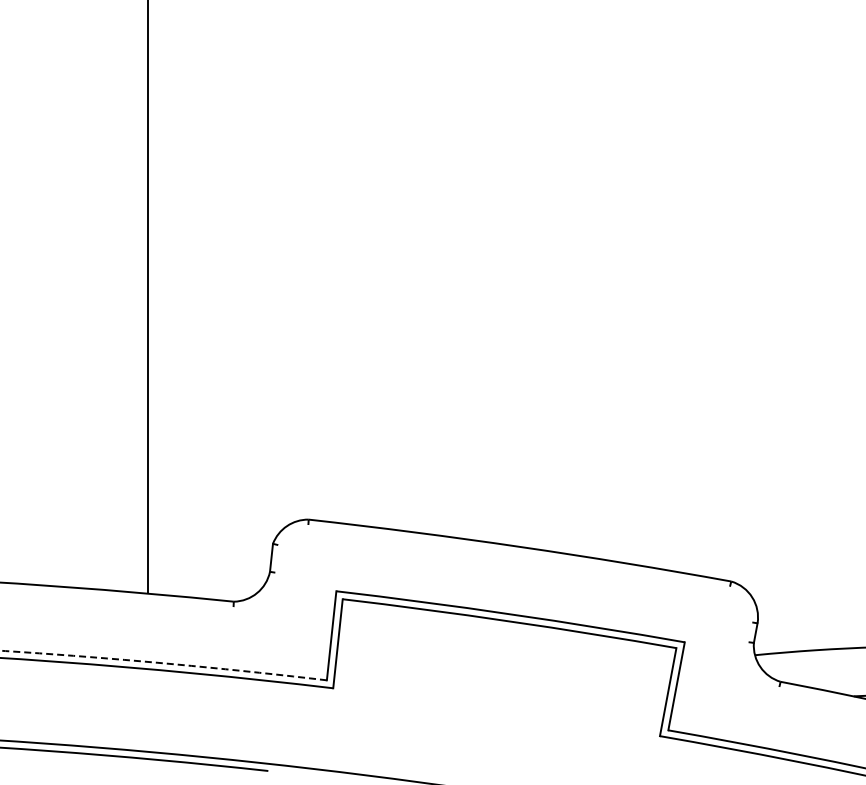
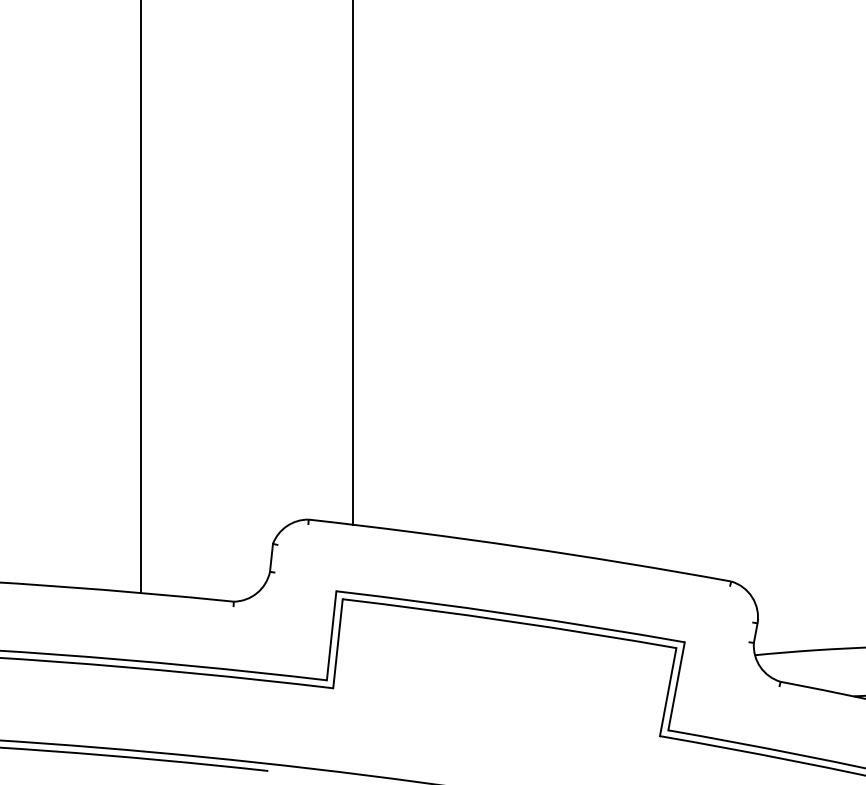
line at (353, 263): none -> present
line at (147, 297) position: (147, 297) -> (140, 297)
arc at (163, 663): dashed -> solid
